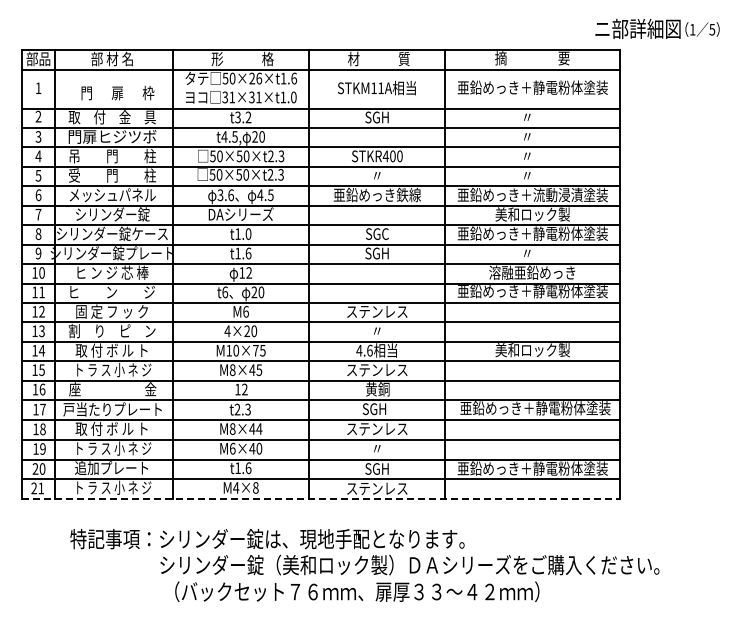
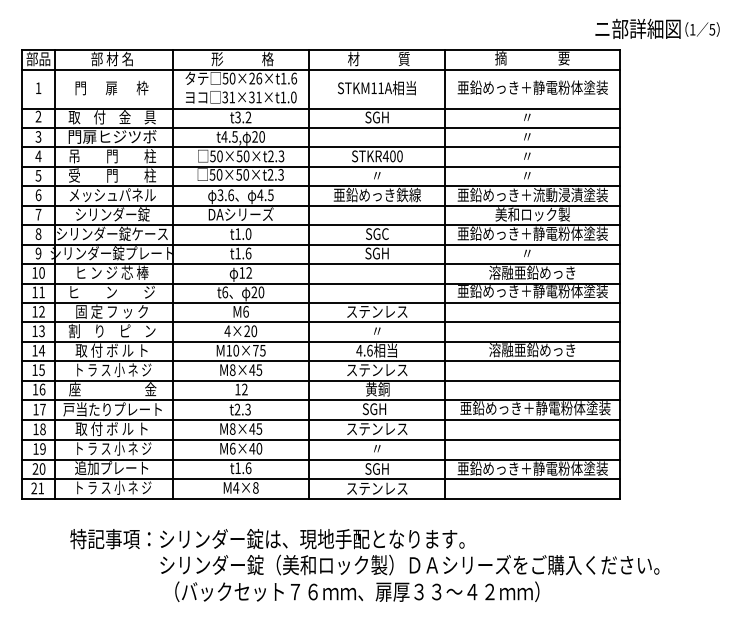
text at (117, 93) position: (117, 93) -> (111, 88)
text at (532, 350): 美和ロック製 -> 溶融亜鉛めっき
text at (259, 428): M8×44 -> M8×45
line at (321, 498): dashed -> solid
